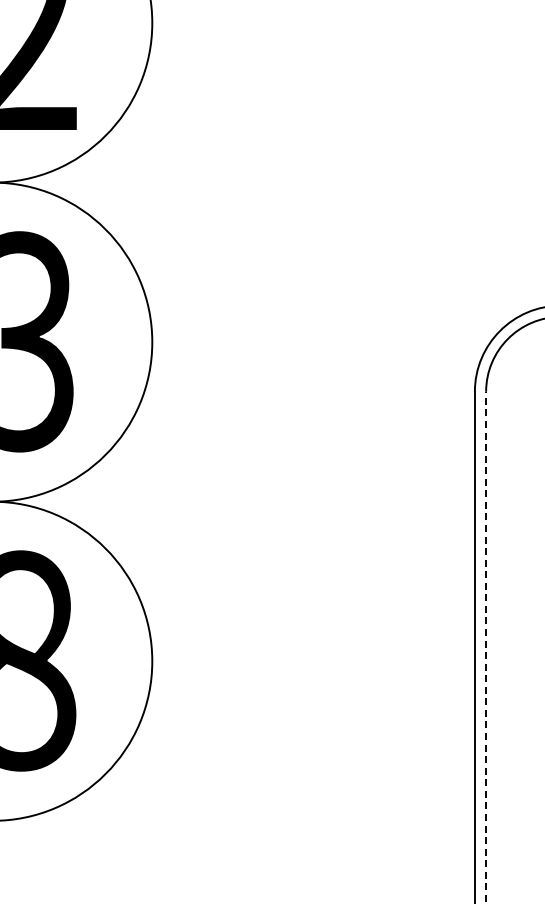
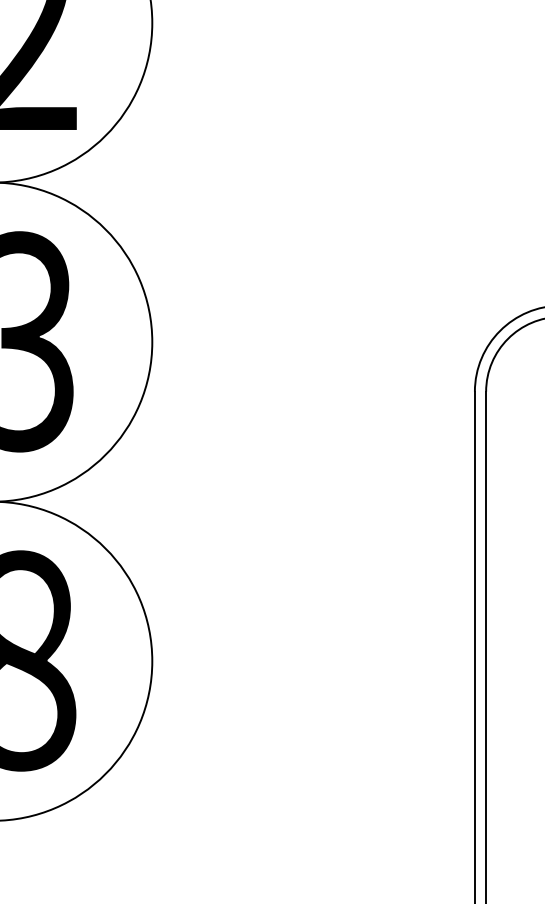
line at (486, 647): dashed -> solid
